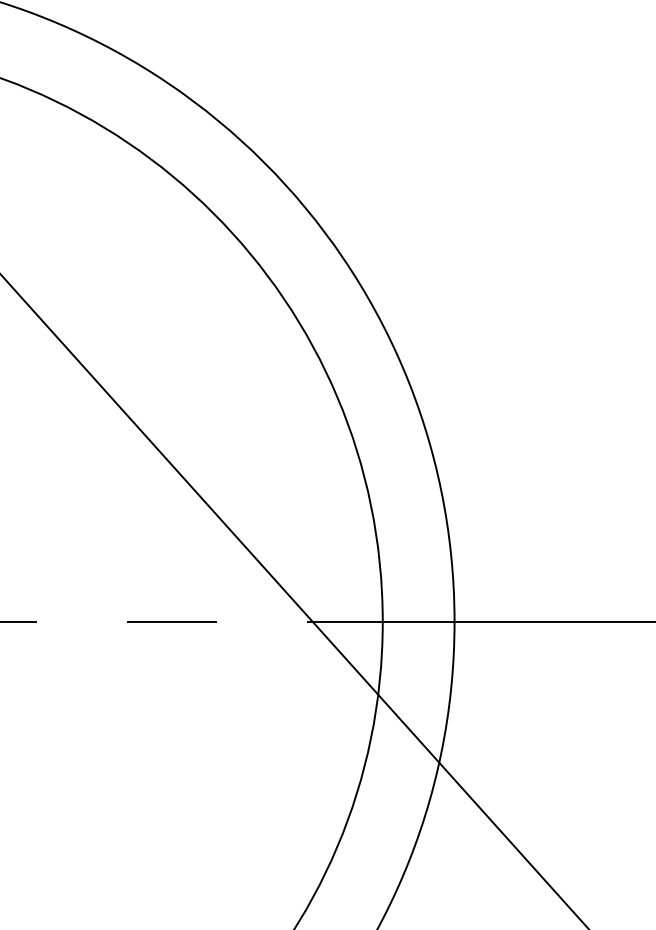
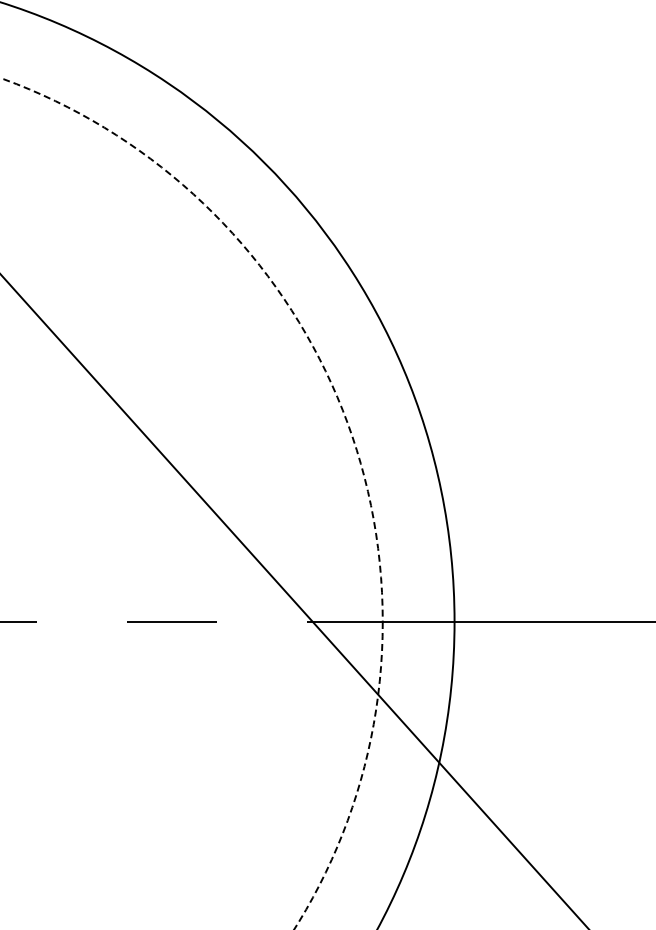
circle at (191, 503): solid -> dashed
